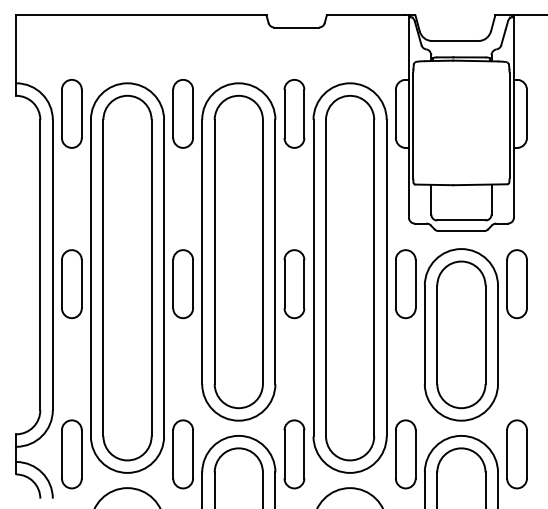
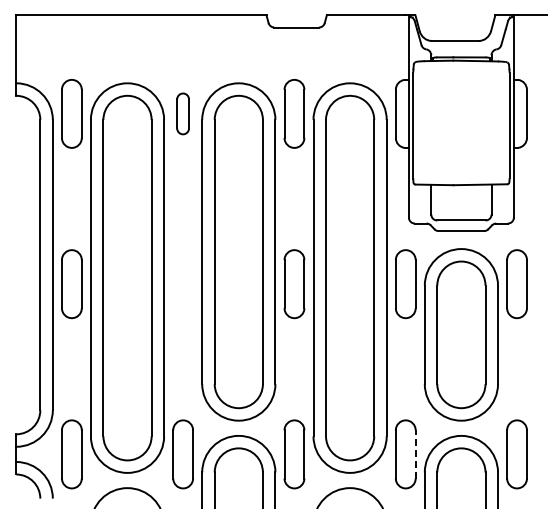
part at (182, 113) size: 22x70 px -> 14x44 px
part at (182, 284): present -> none
line at (415, 453): solid -> dashed
